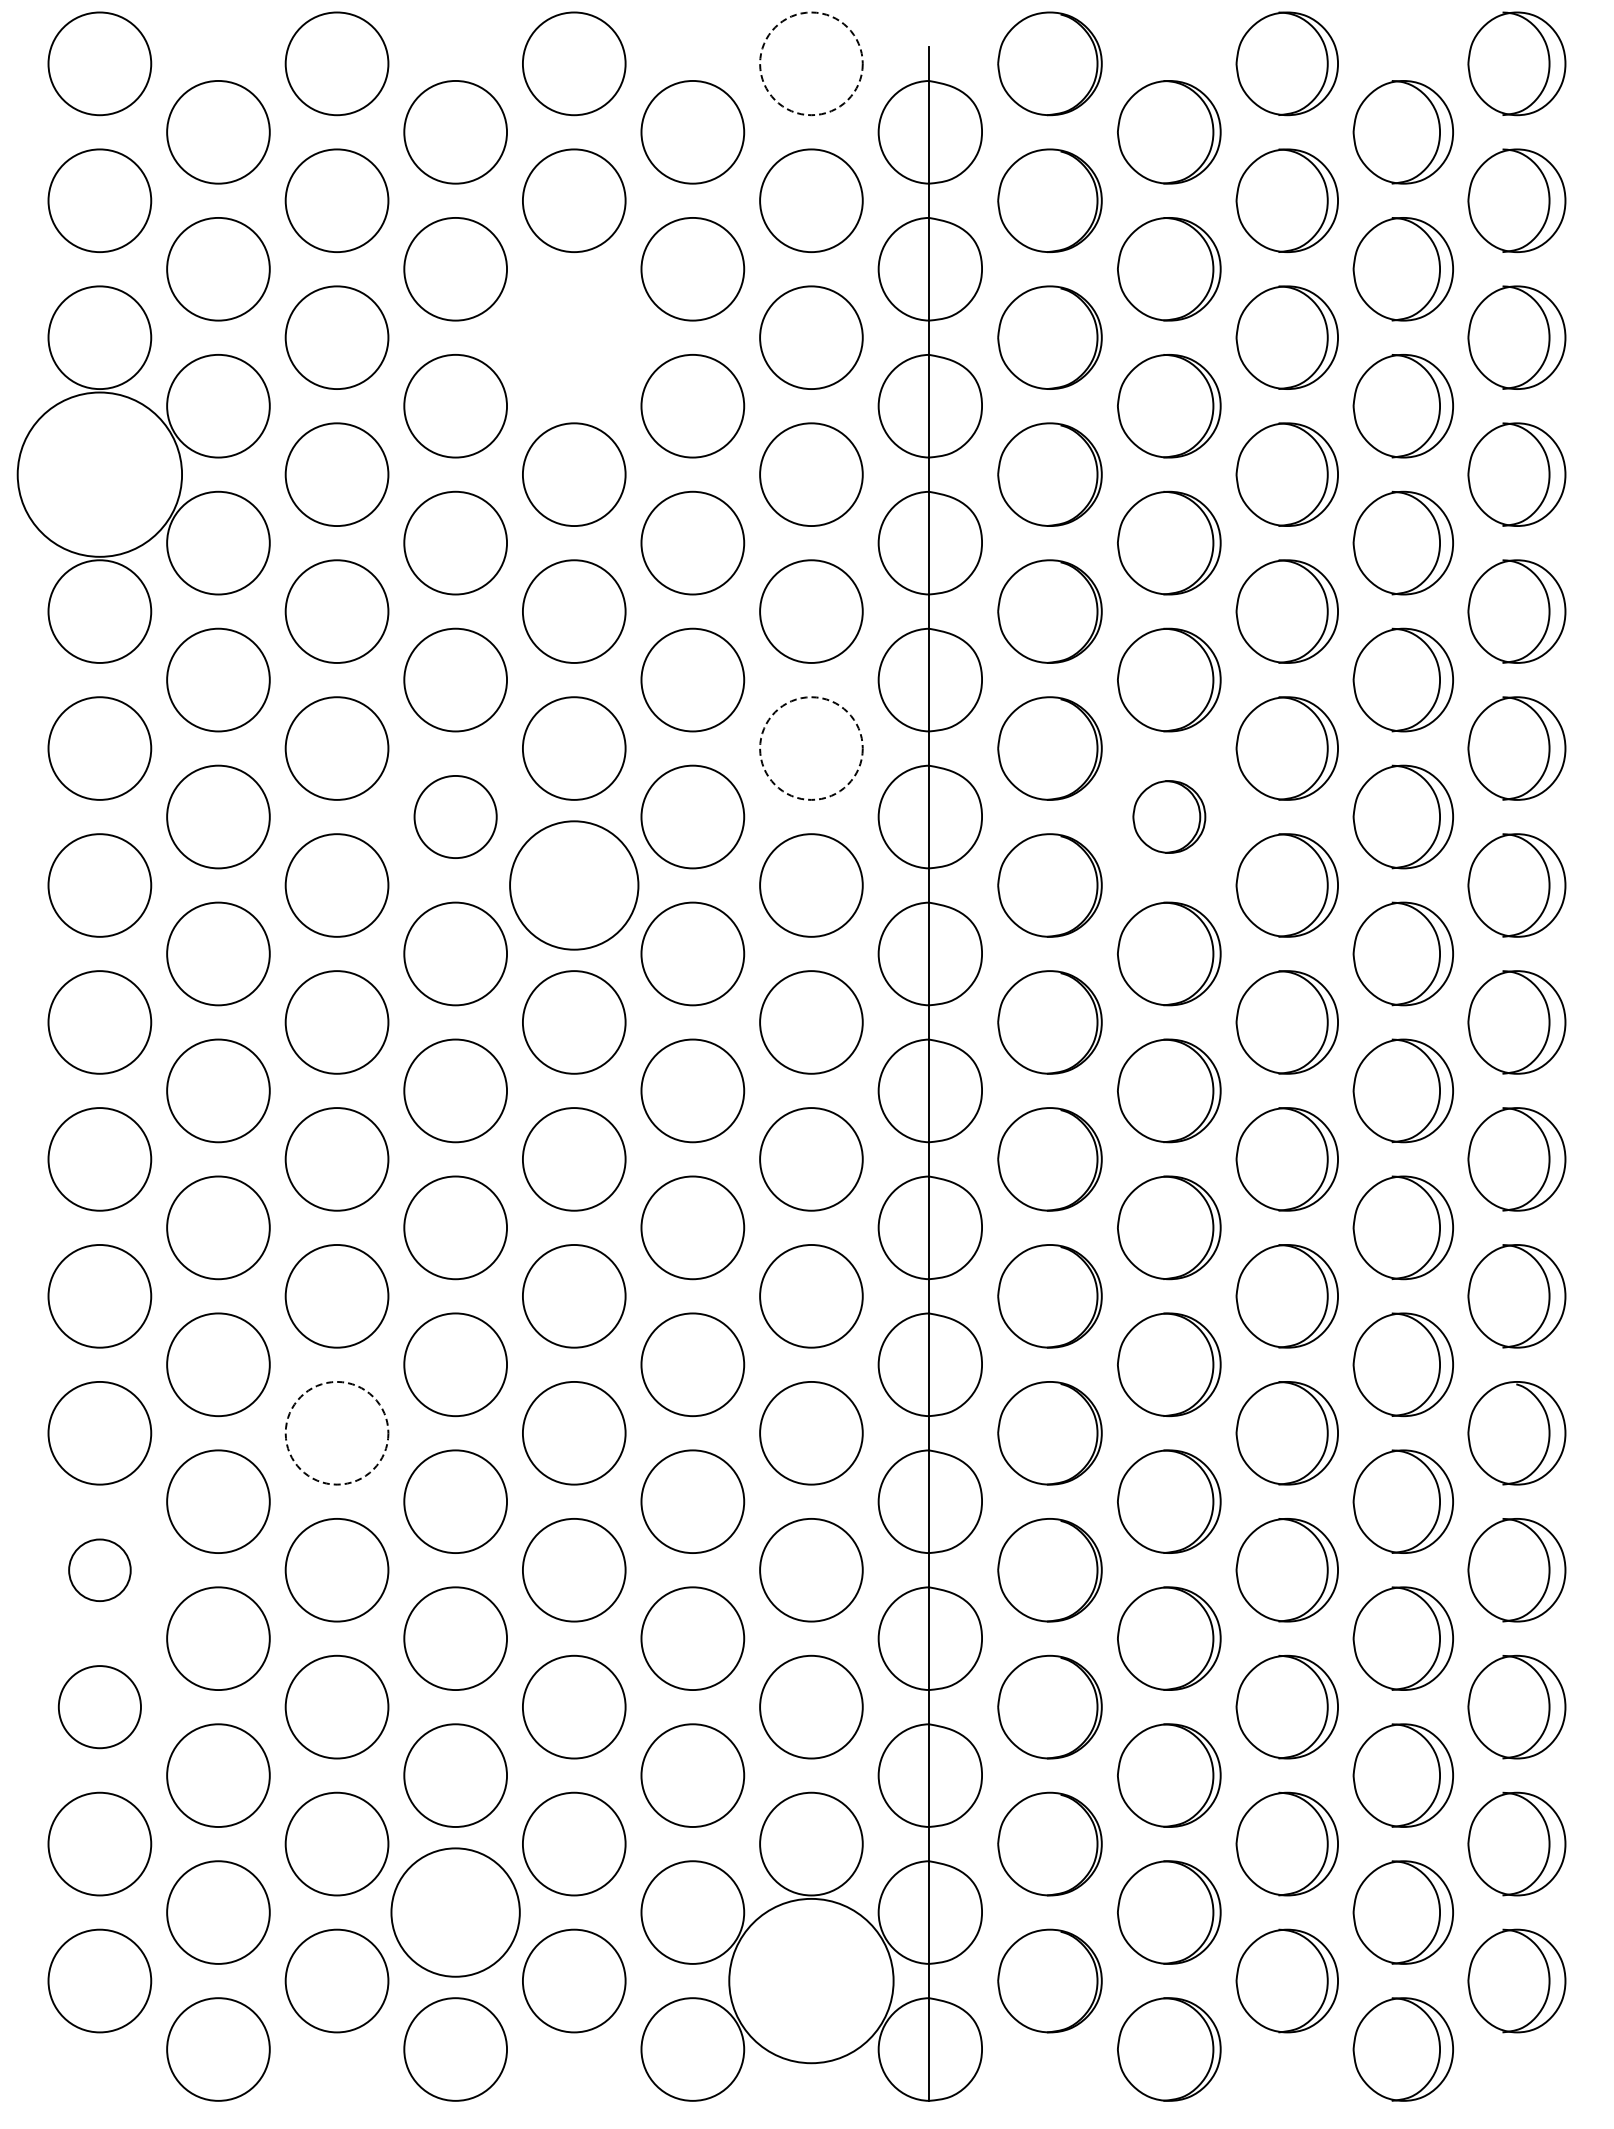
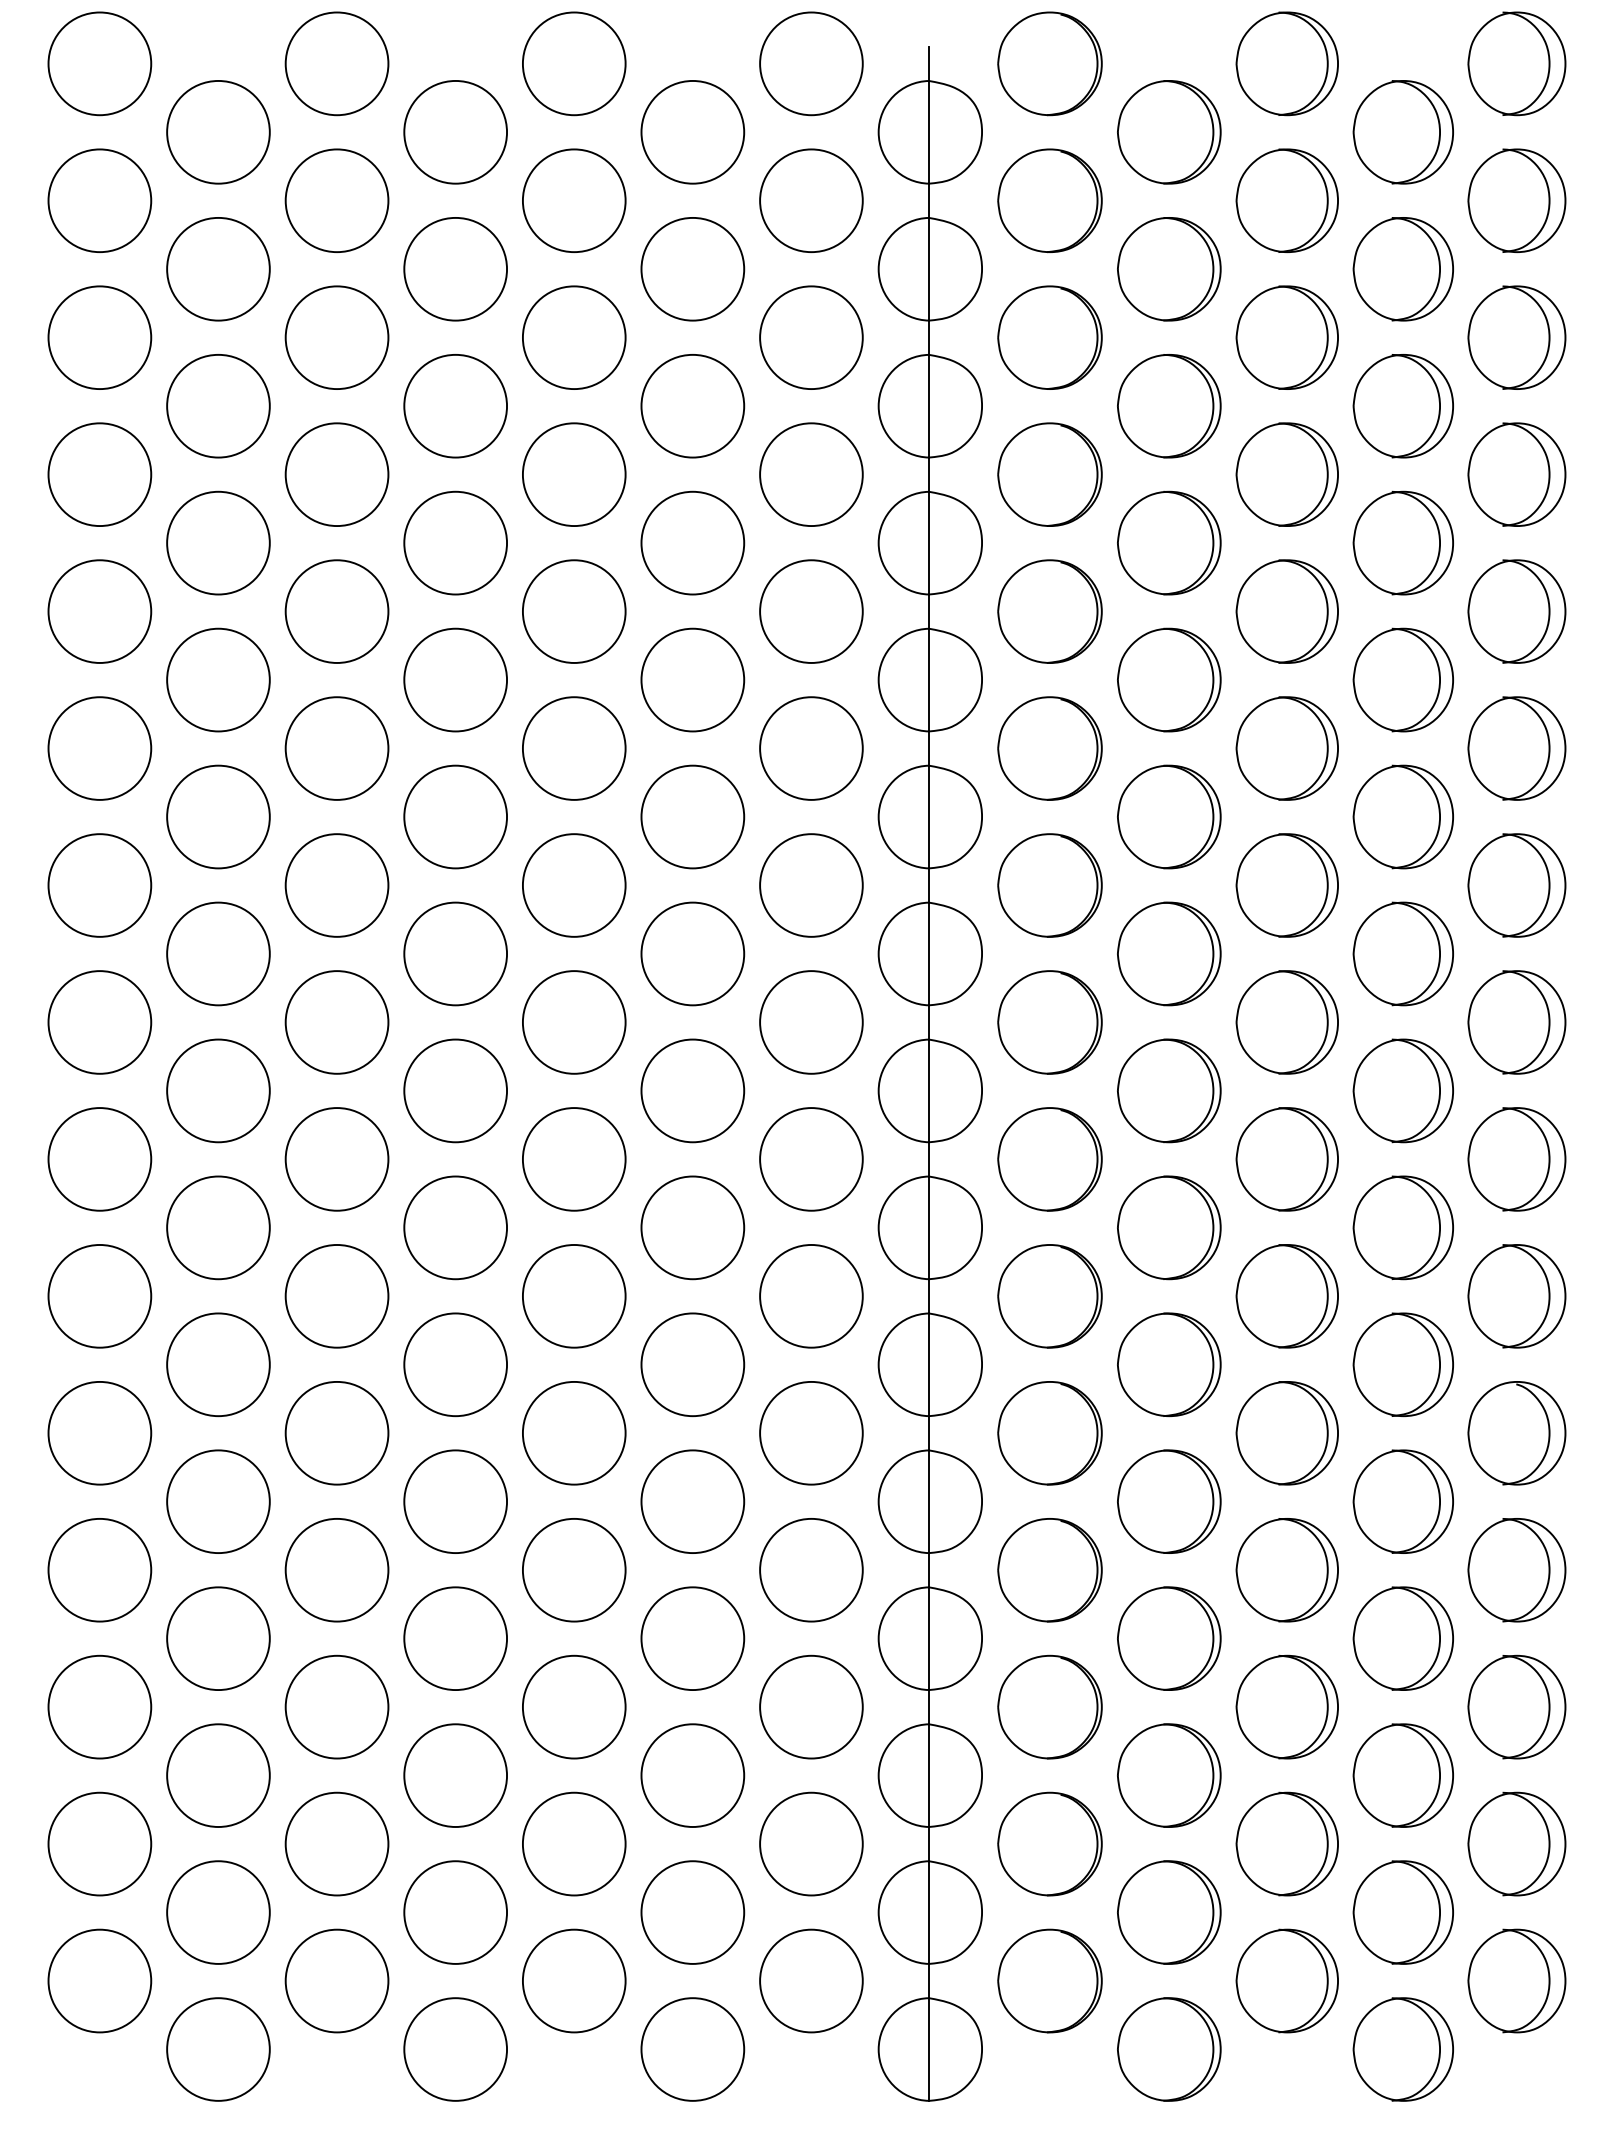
circle at (811, 63): dashed -> solid
circle at (574, 337): none -> present
circle at (99, 474) diameter: 164 px -> 103 px
circle at (811, 748): dashed -> solid
circle at (455, 816) diameter: 82 px -> 103 px
part at (1169, 816) size: 75x74 px -> 105x106 px
circle at (574, 885) diameter: 128 px -> 103 px
circle at (336, 1432): dashed -> solid
circle at (99, 1569) size: 64x64 px -> 106x105 px
circle at (99, 1707) size: 85x85 px -> 106x106 px
circle at (455, 1912) diameter: 128 px -> 103 px
circle at (811, 1980) diameter: 164 px -> 103 px
